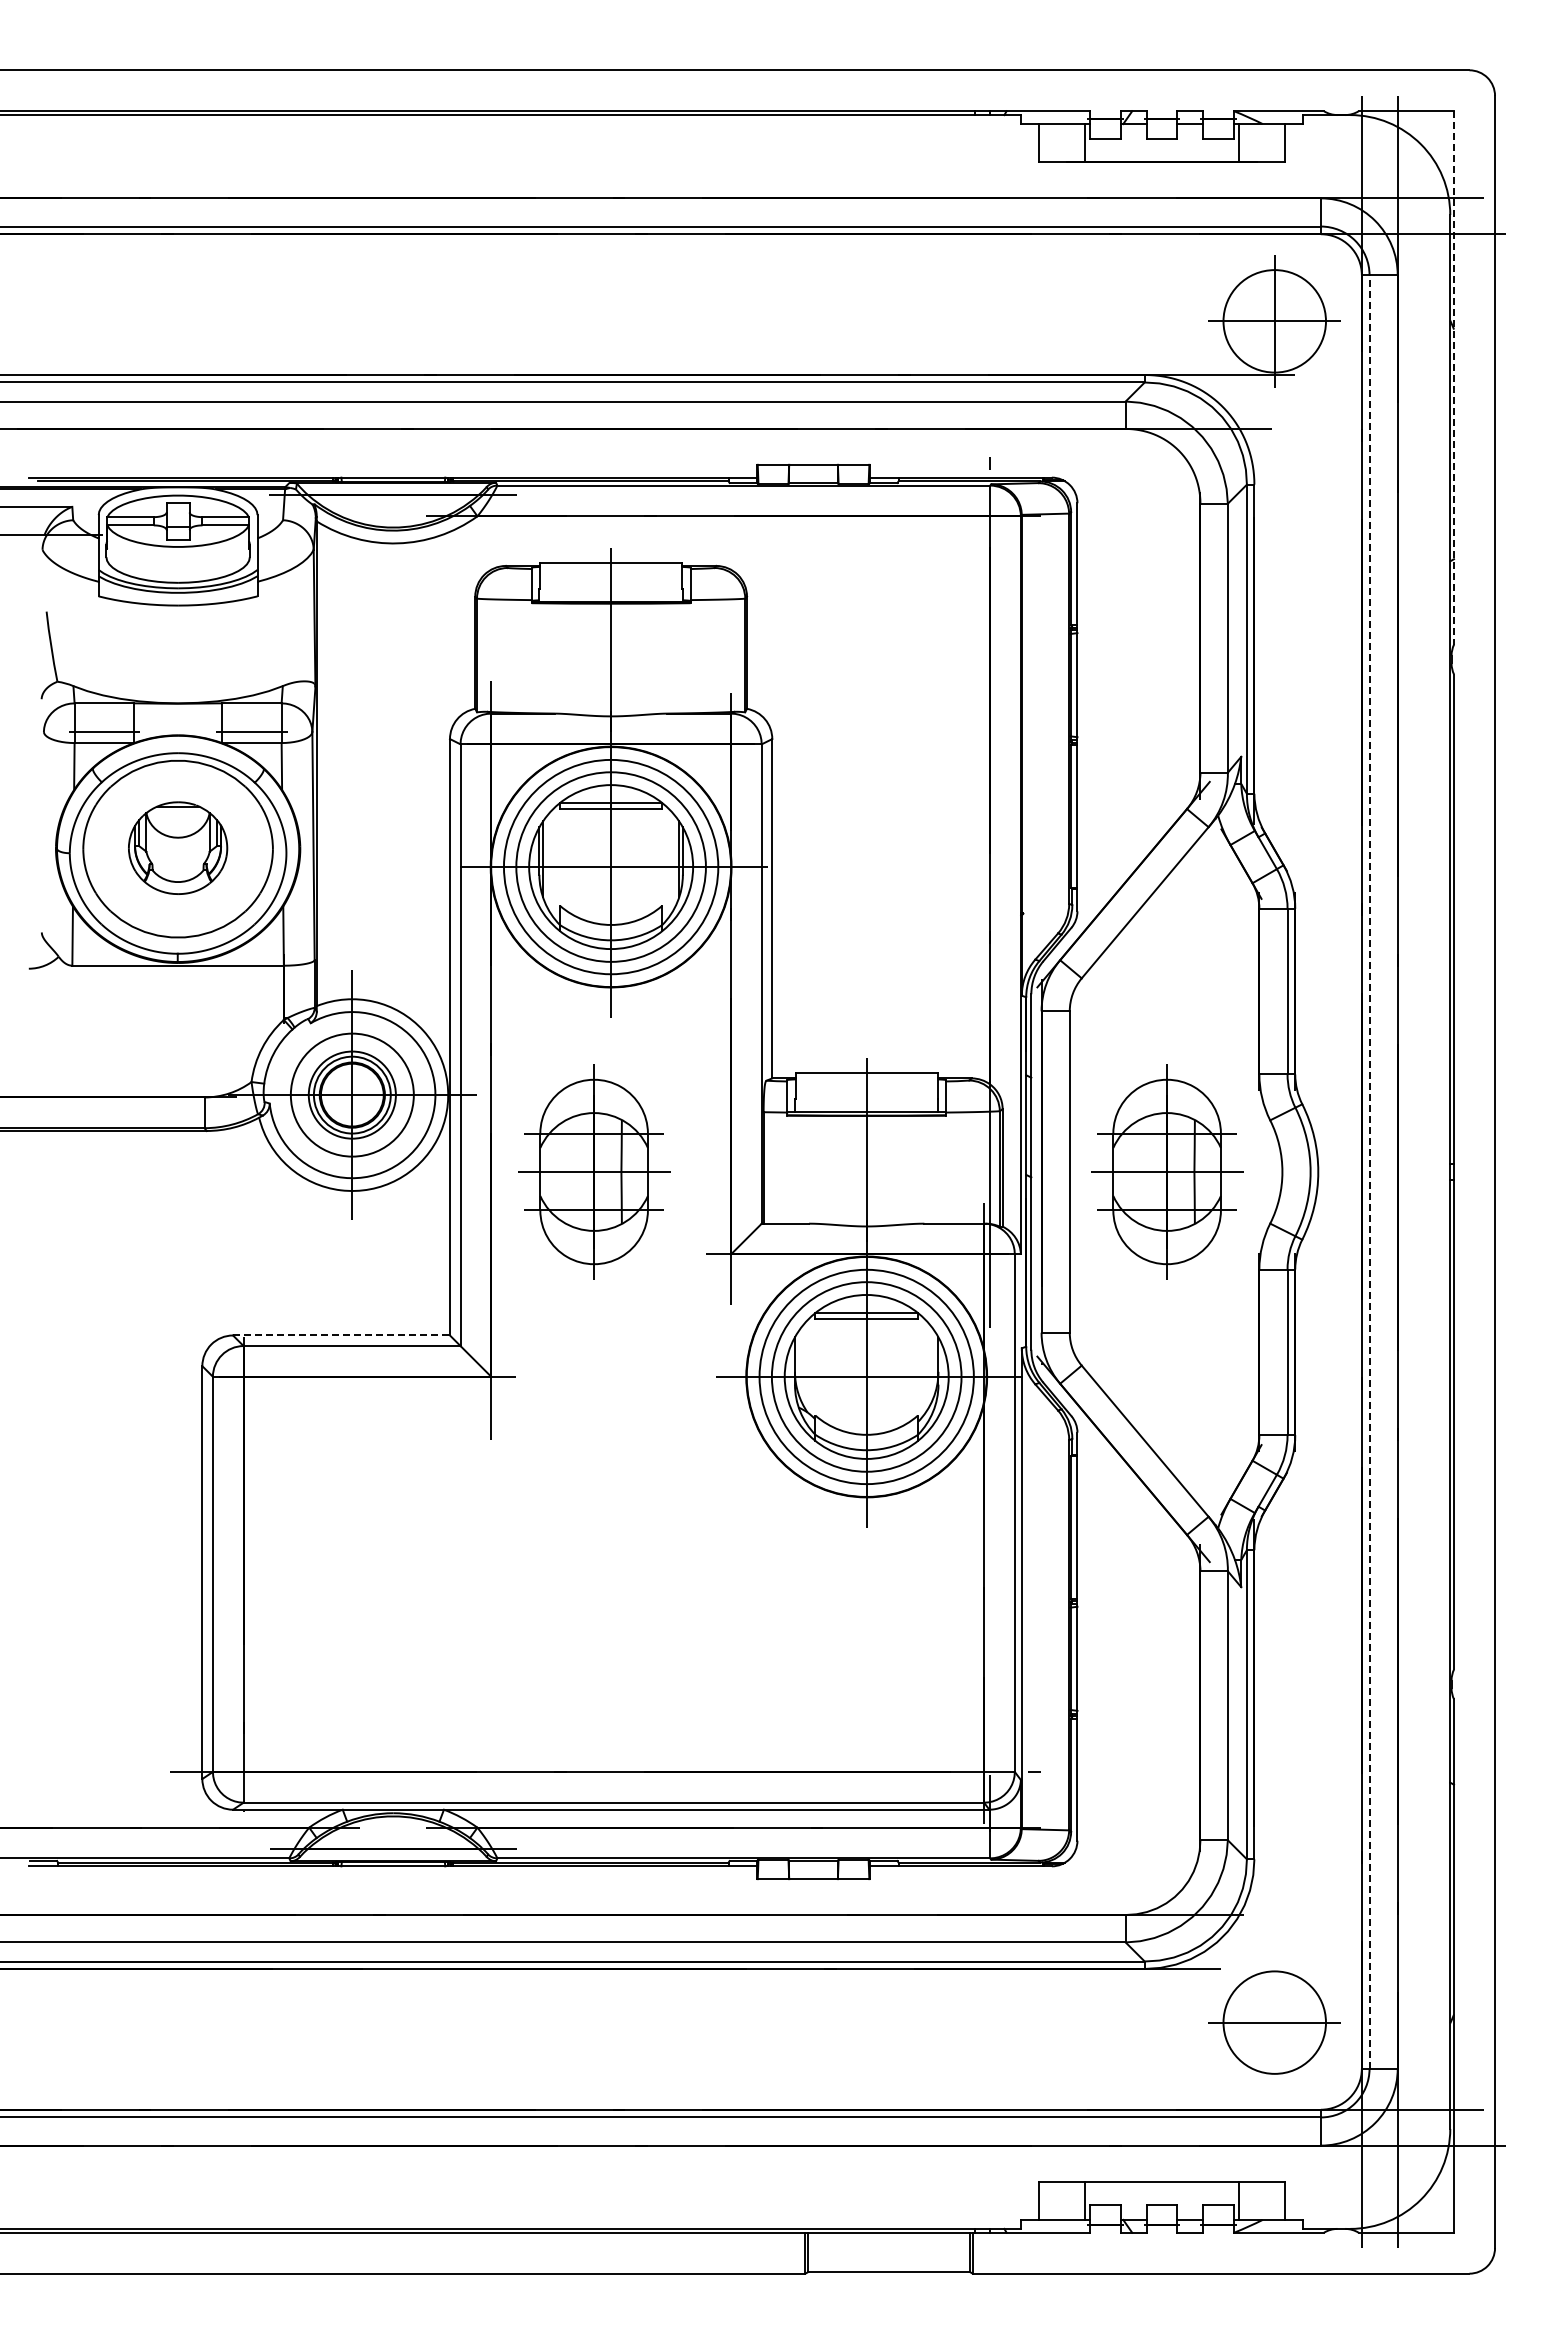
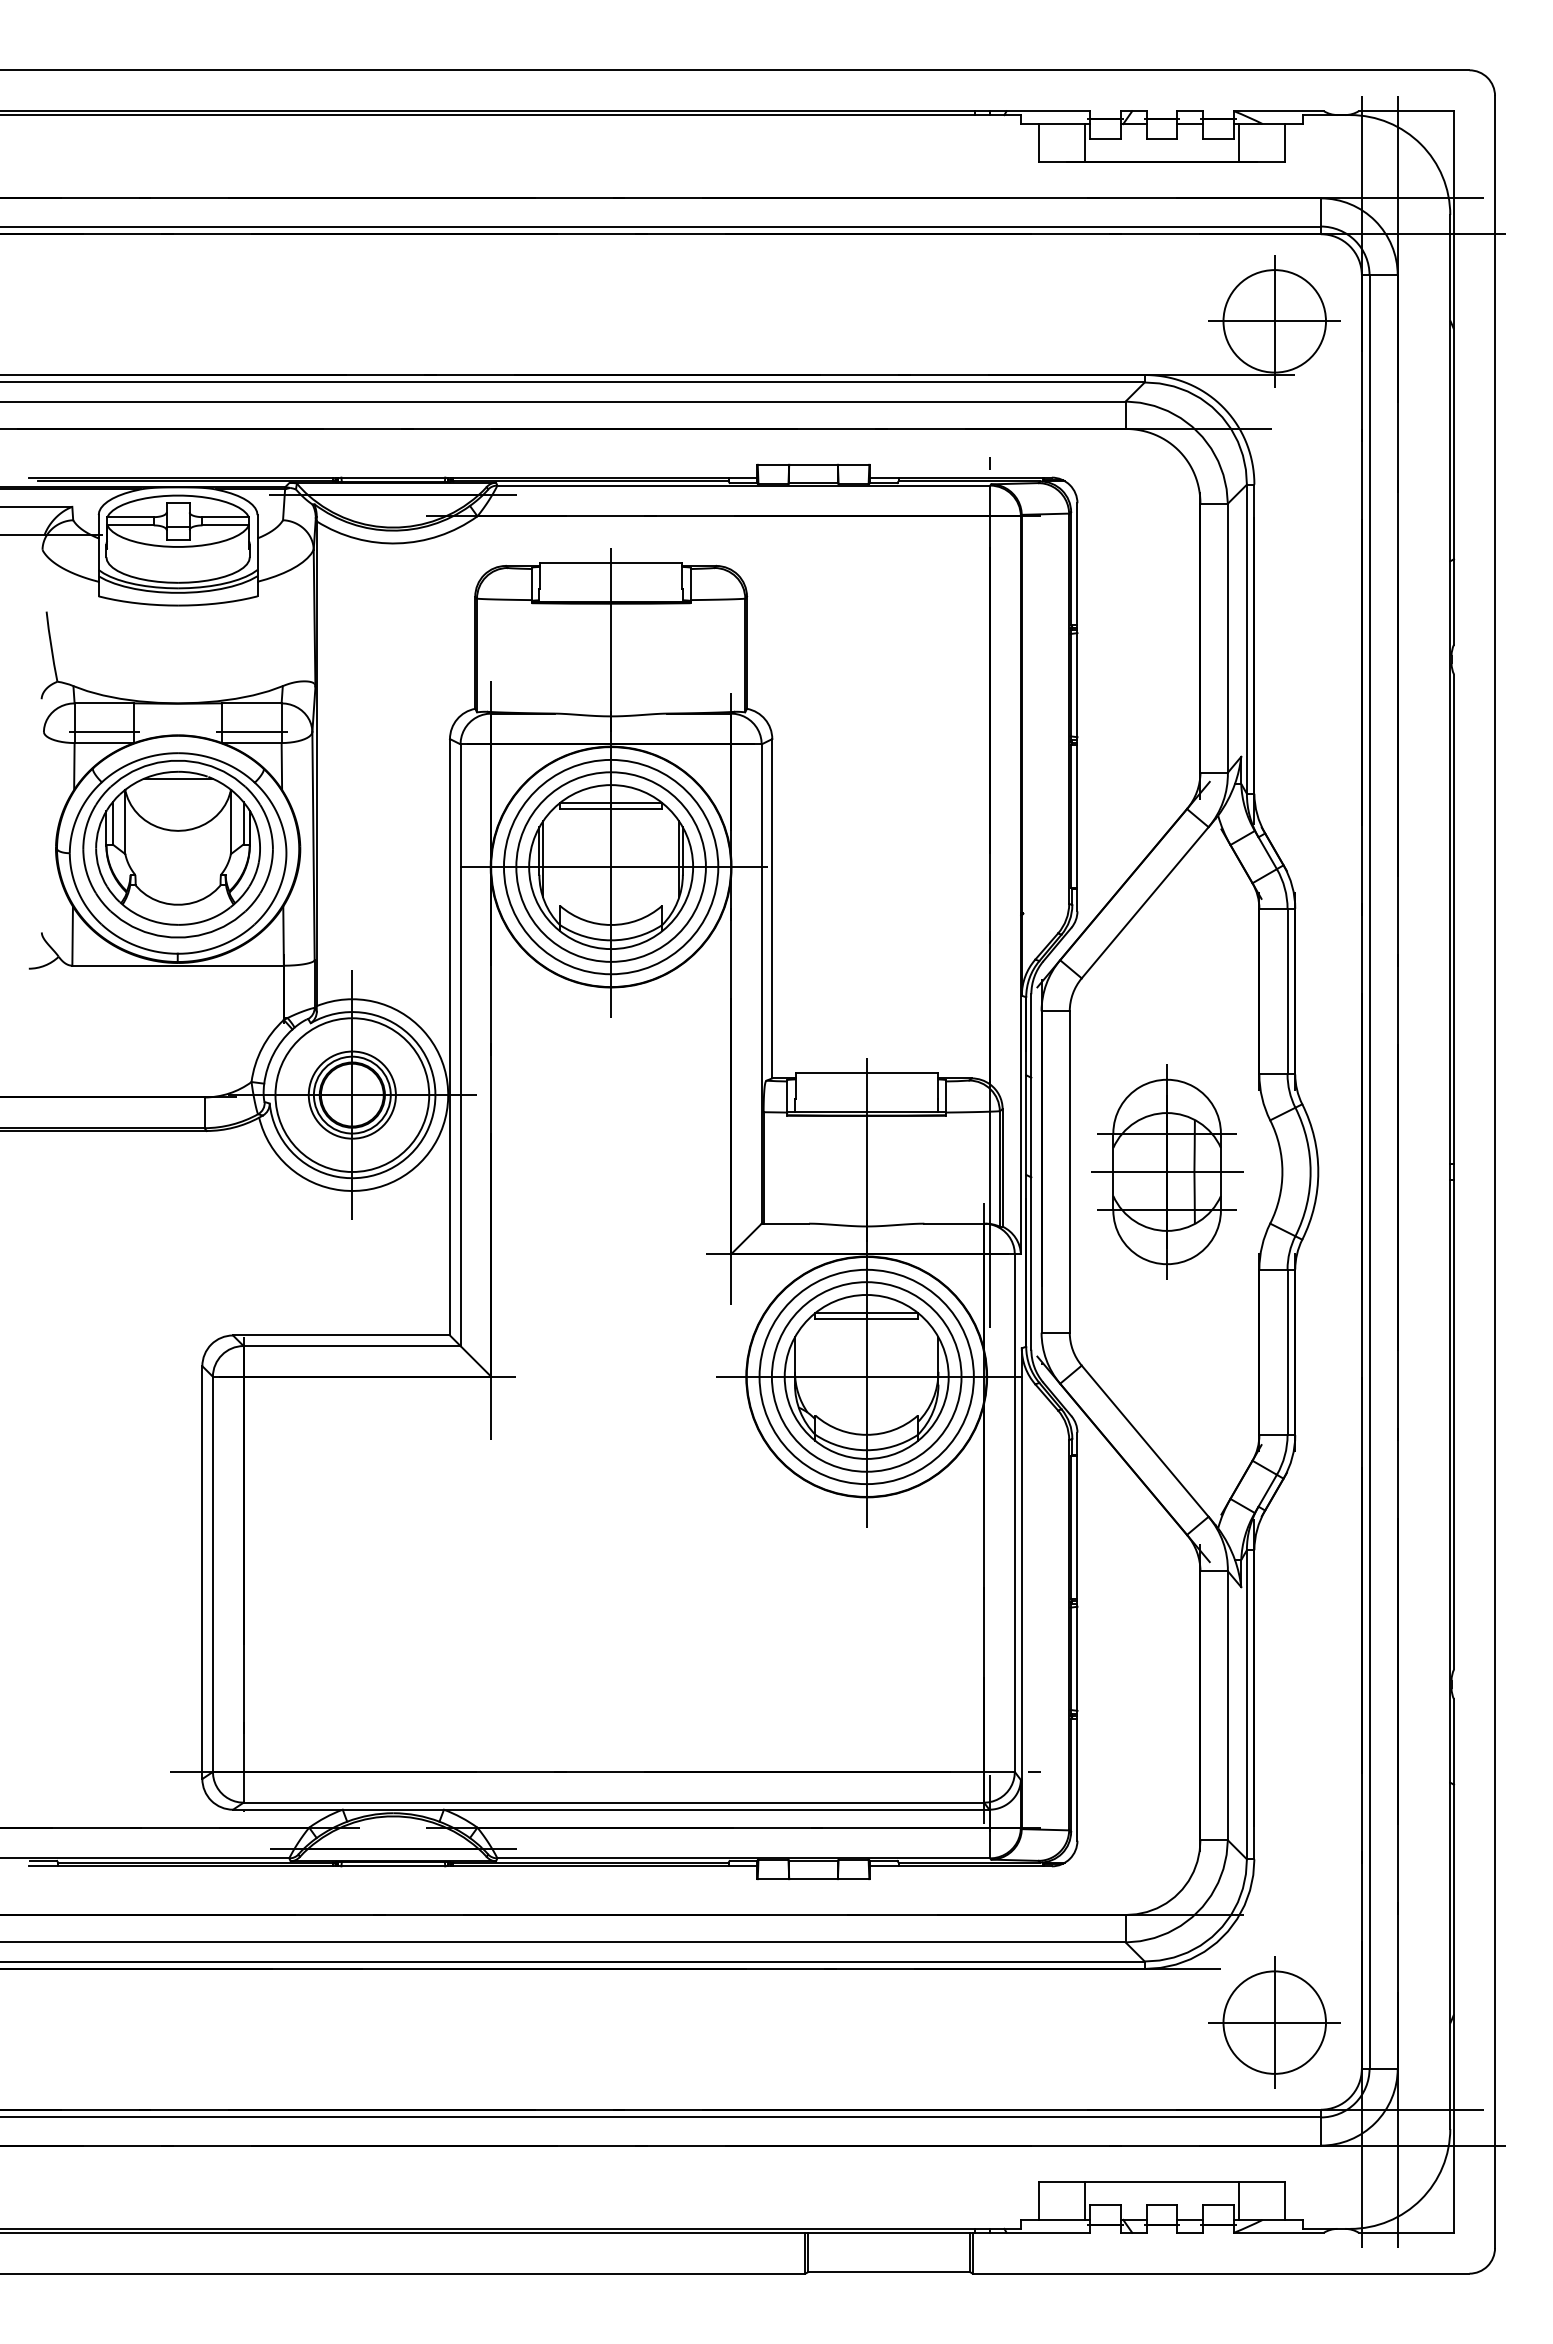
line at (1454, 377): dashed -> solid
part at (178, 847) size: 101x94 px -> 166x156 px
circle at (351, 1094) diameter: 123 px -> 154 px
part at (594, 1171): present -> none
line at (1369, 1171): dashed -> solid
line at (342, 1335): dashed -> solid
line at (1274, 2022): none -> present
